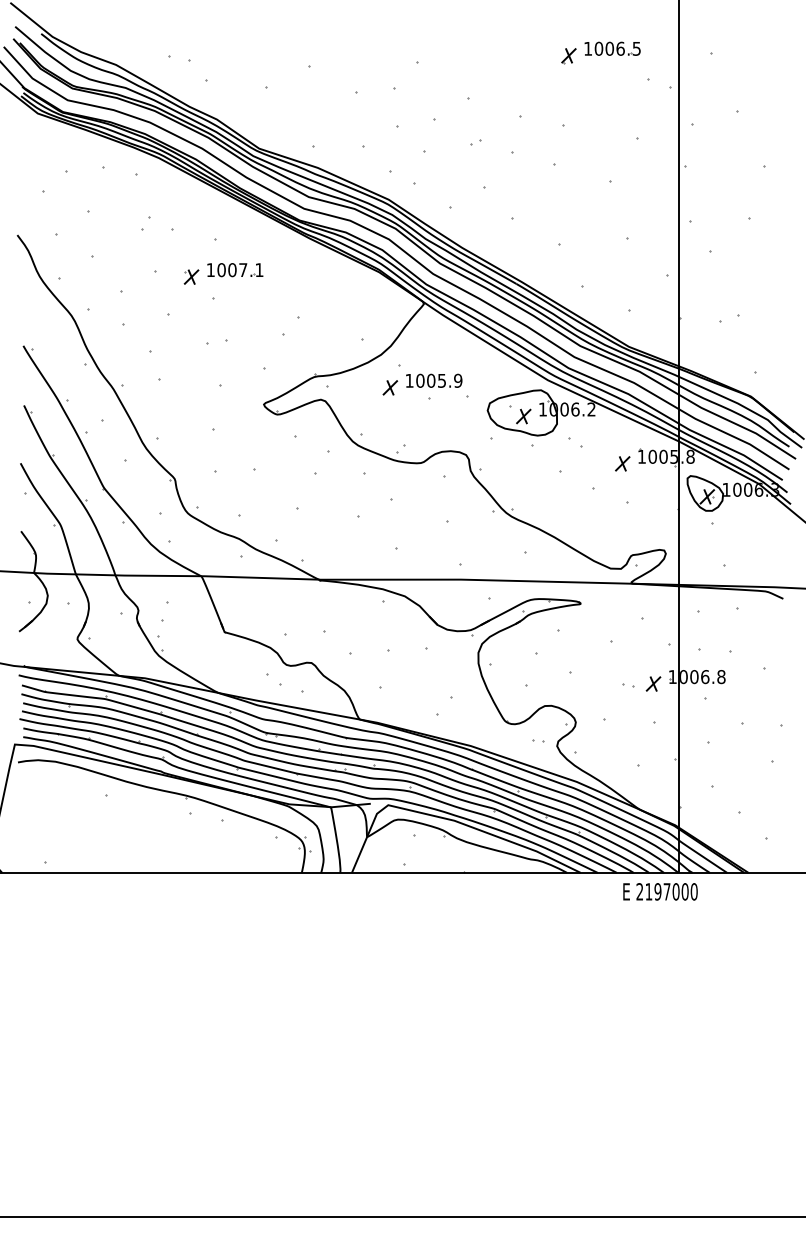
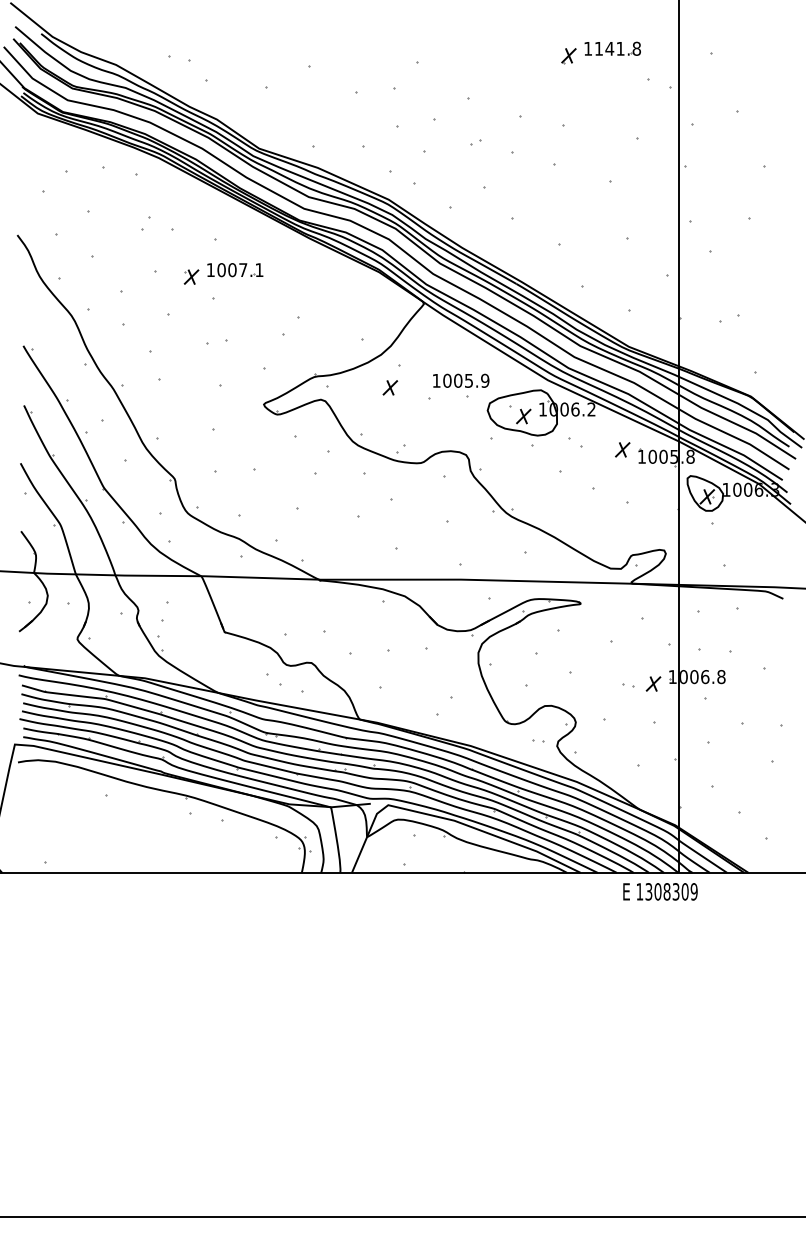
text at (617, 48): 1006.5 -> 1141.8
text at (434, 380) position: (434, 380) -> (461, 380)
part at (622, 463) position: (622, 463) -> (622, 449)
text at (666, 891): 2197000 -> 1308309
